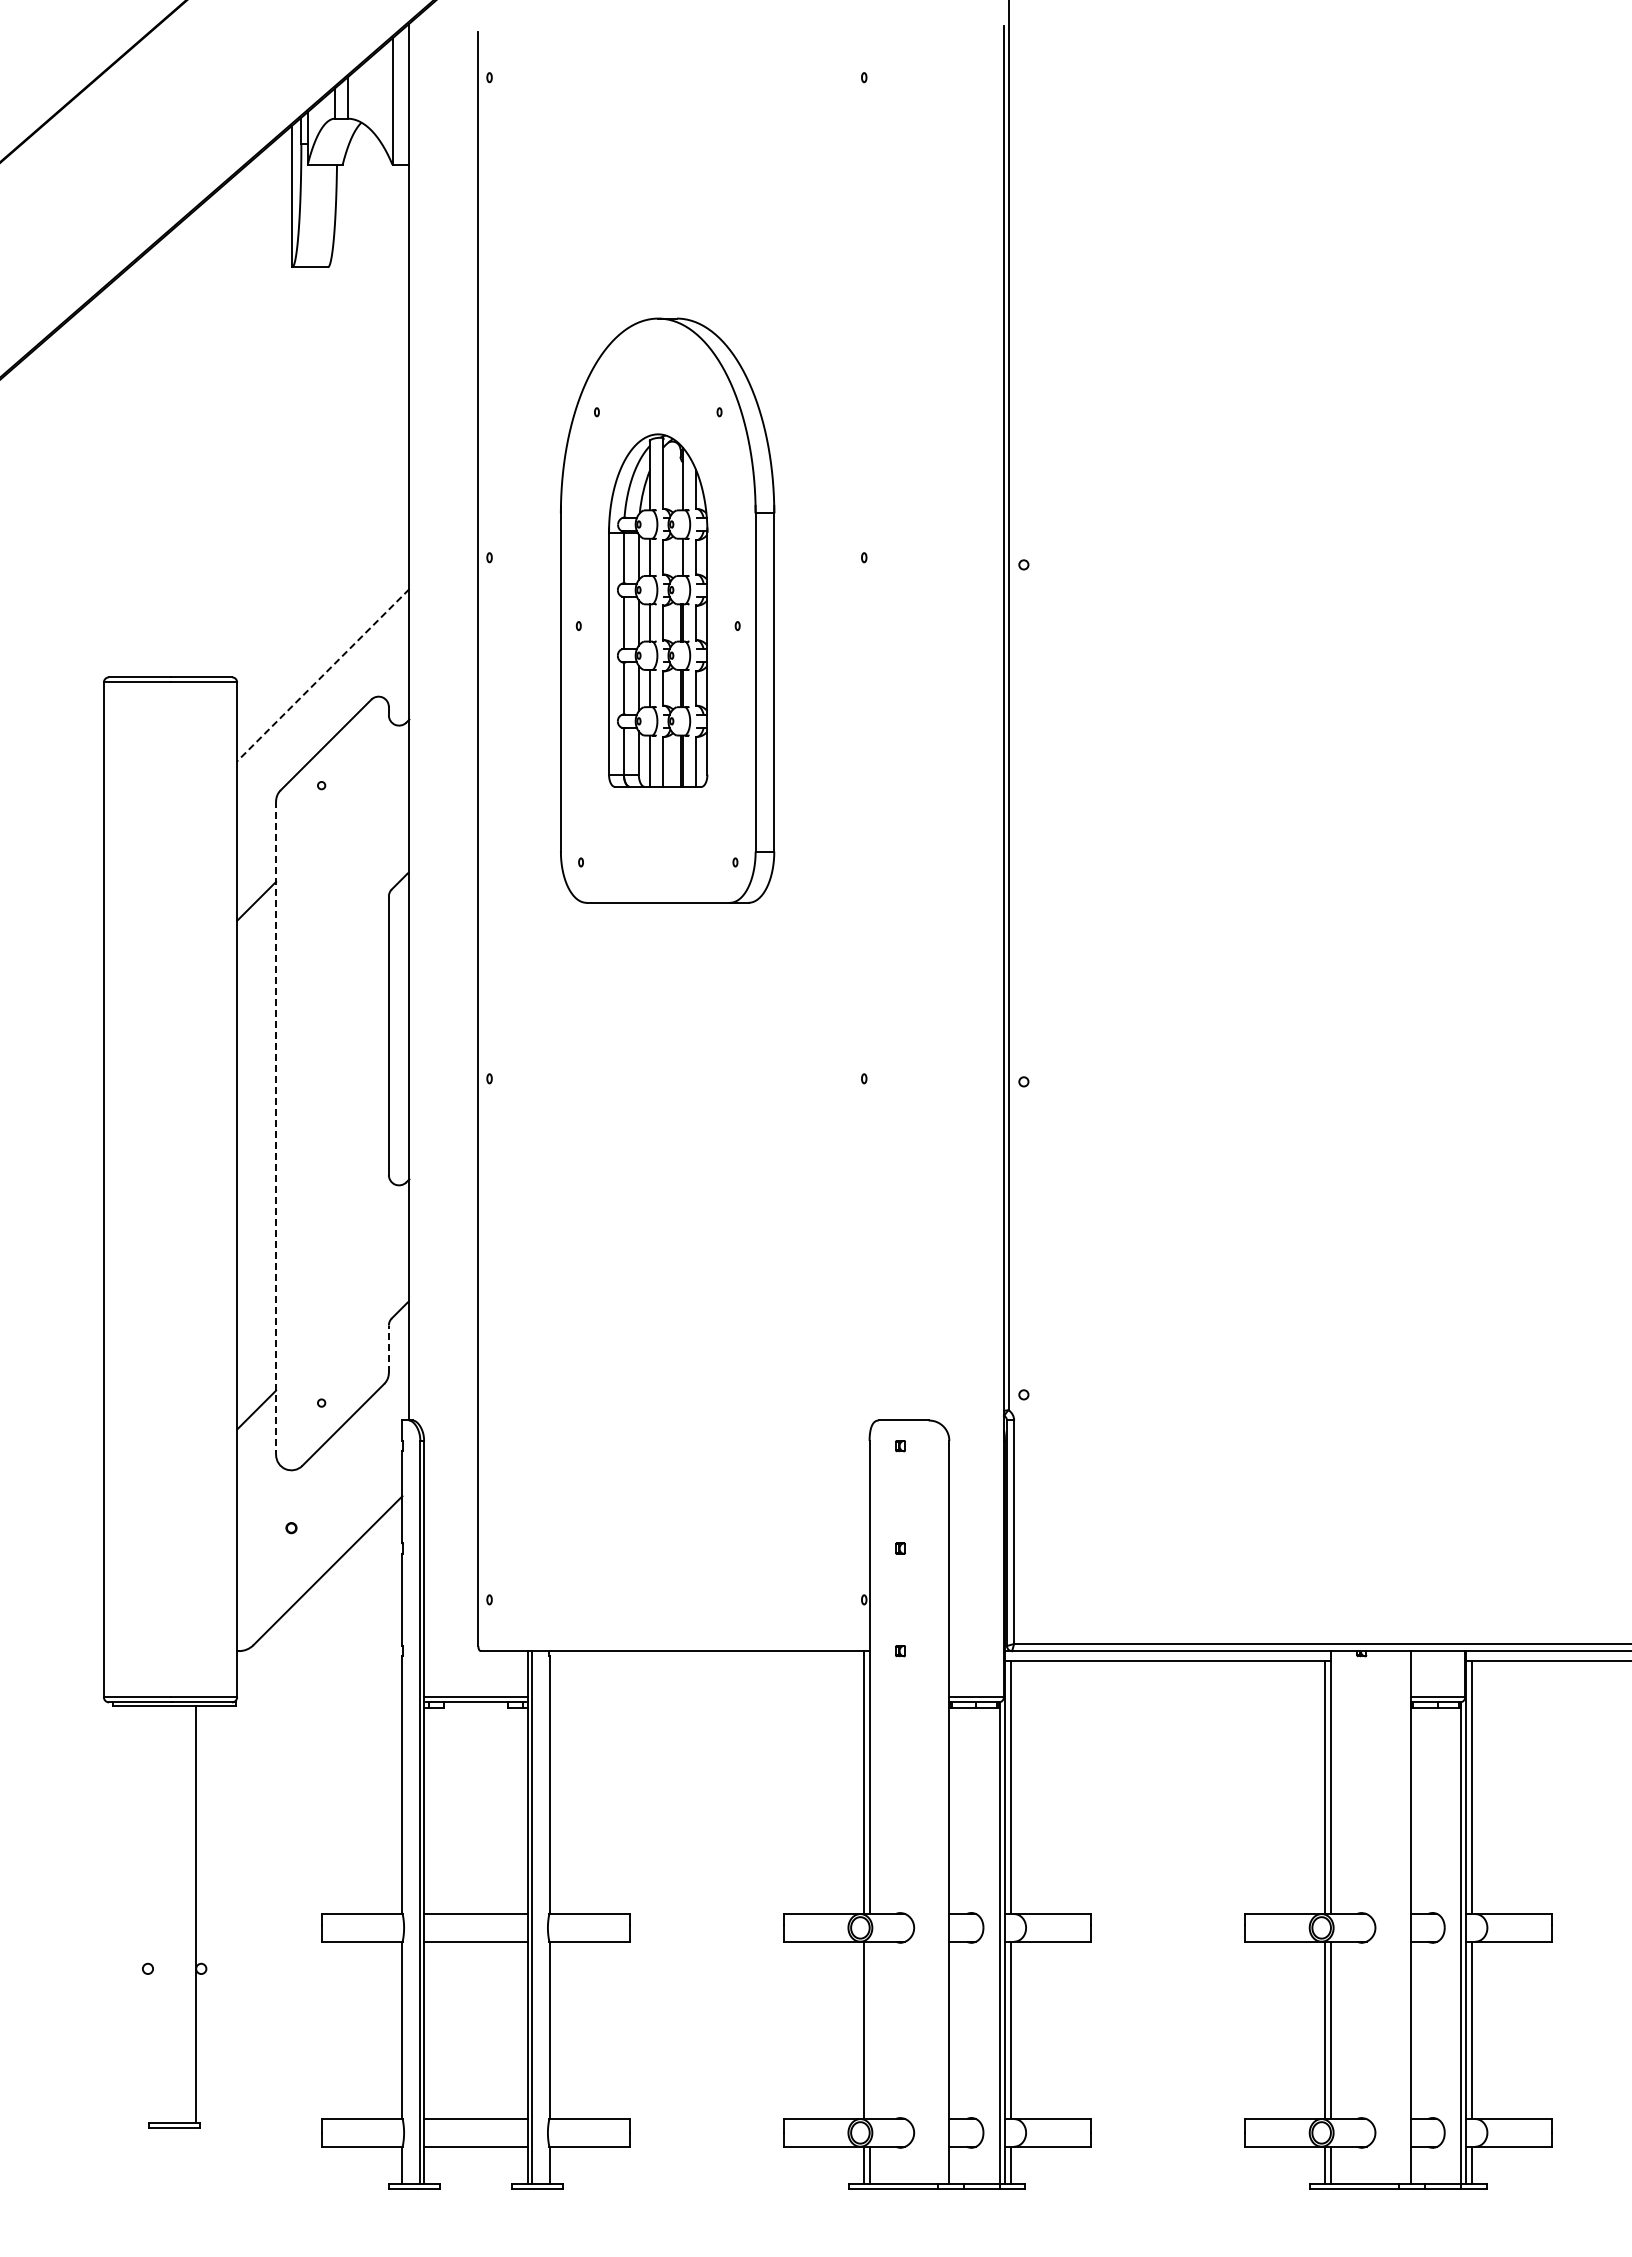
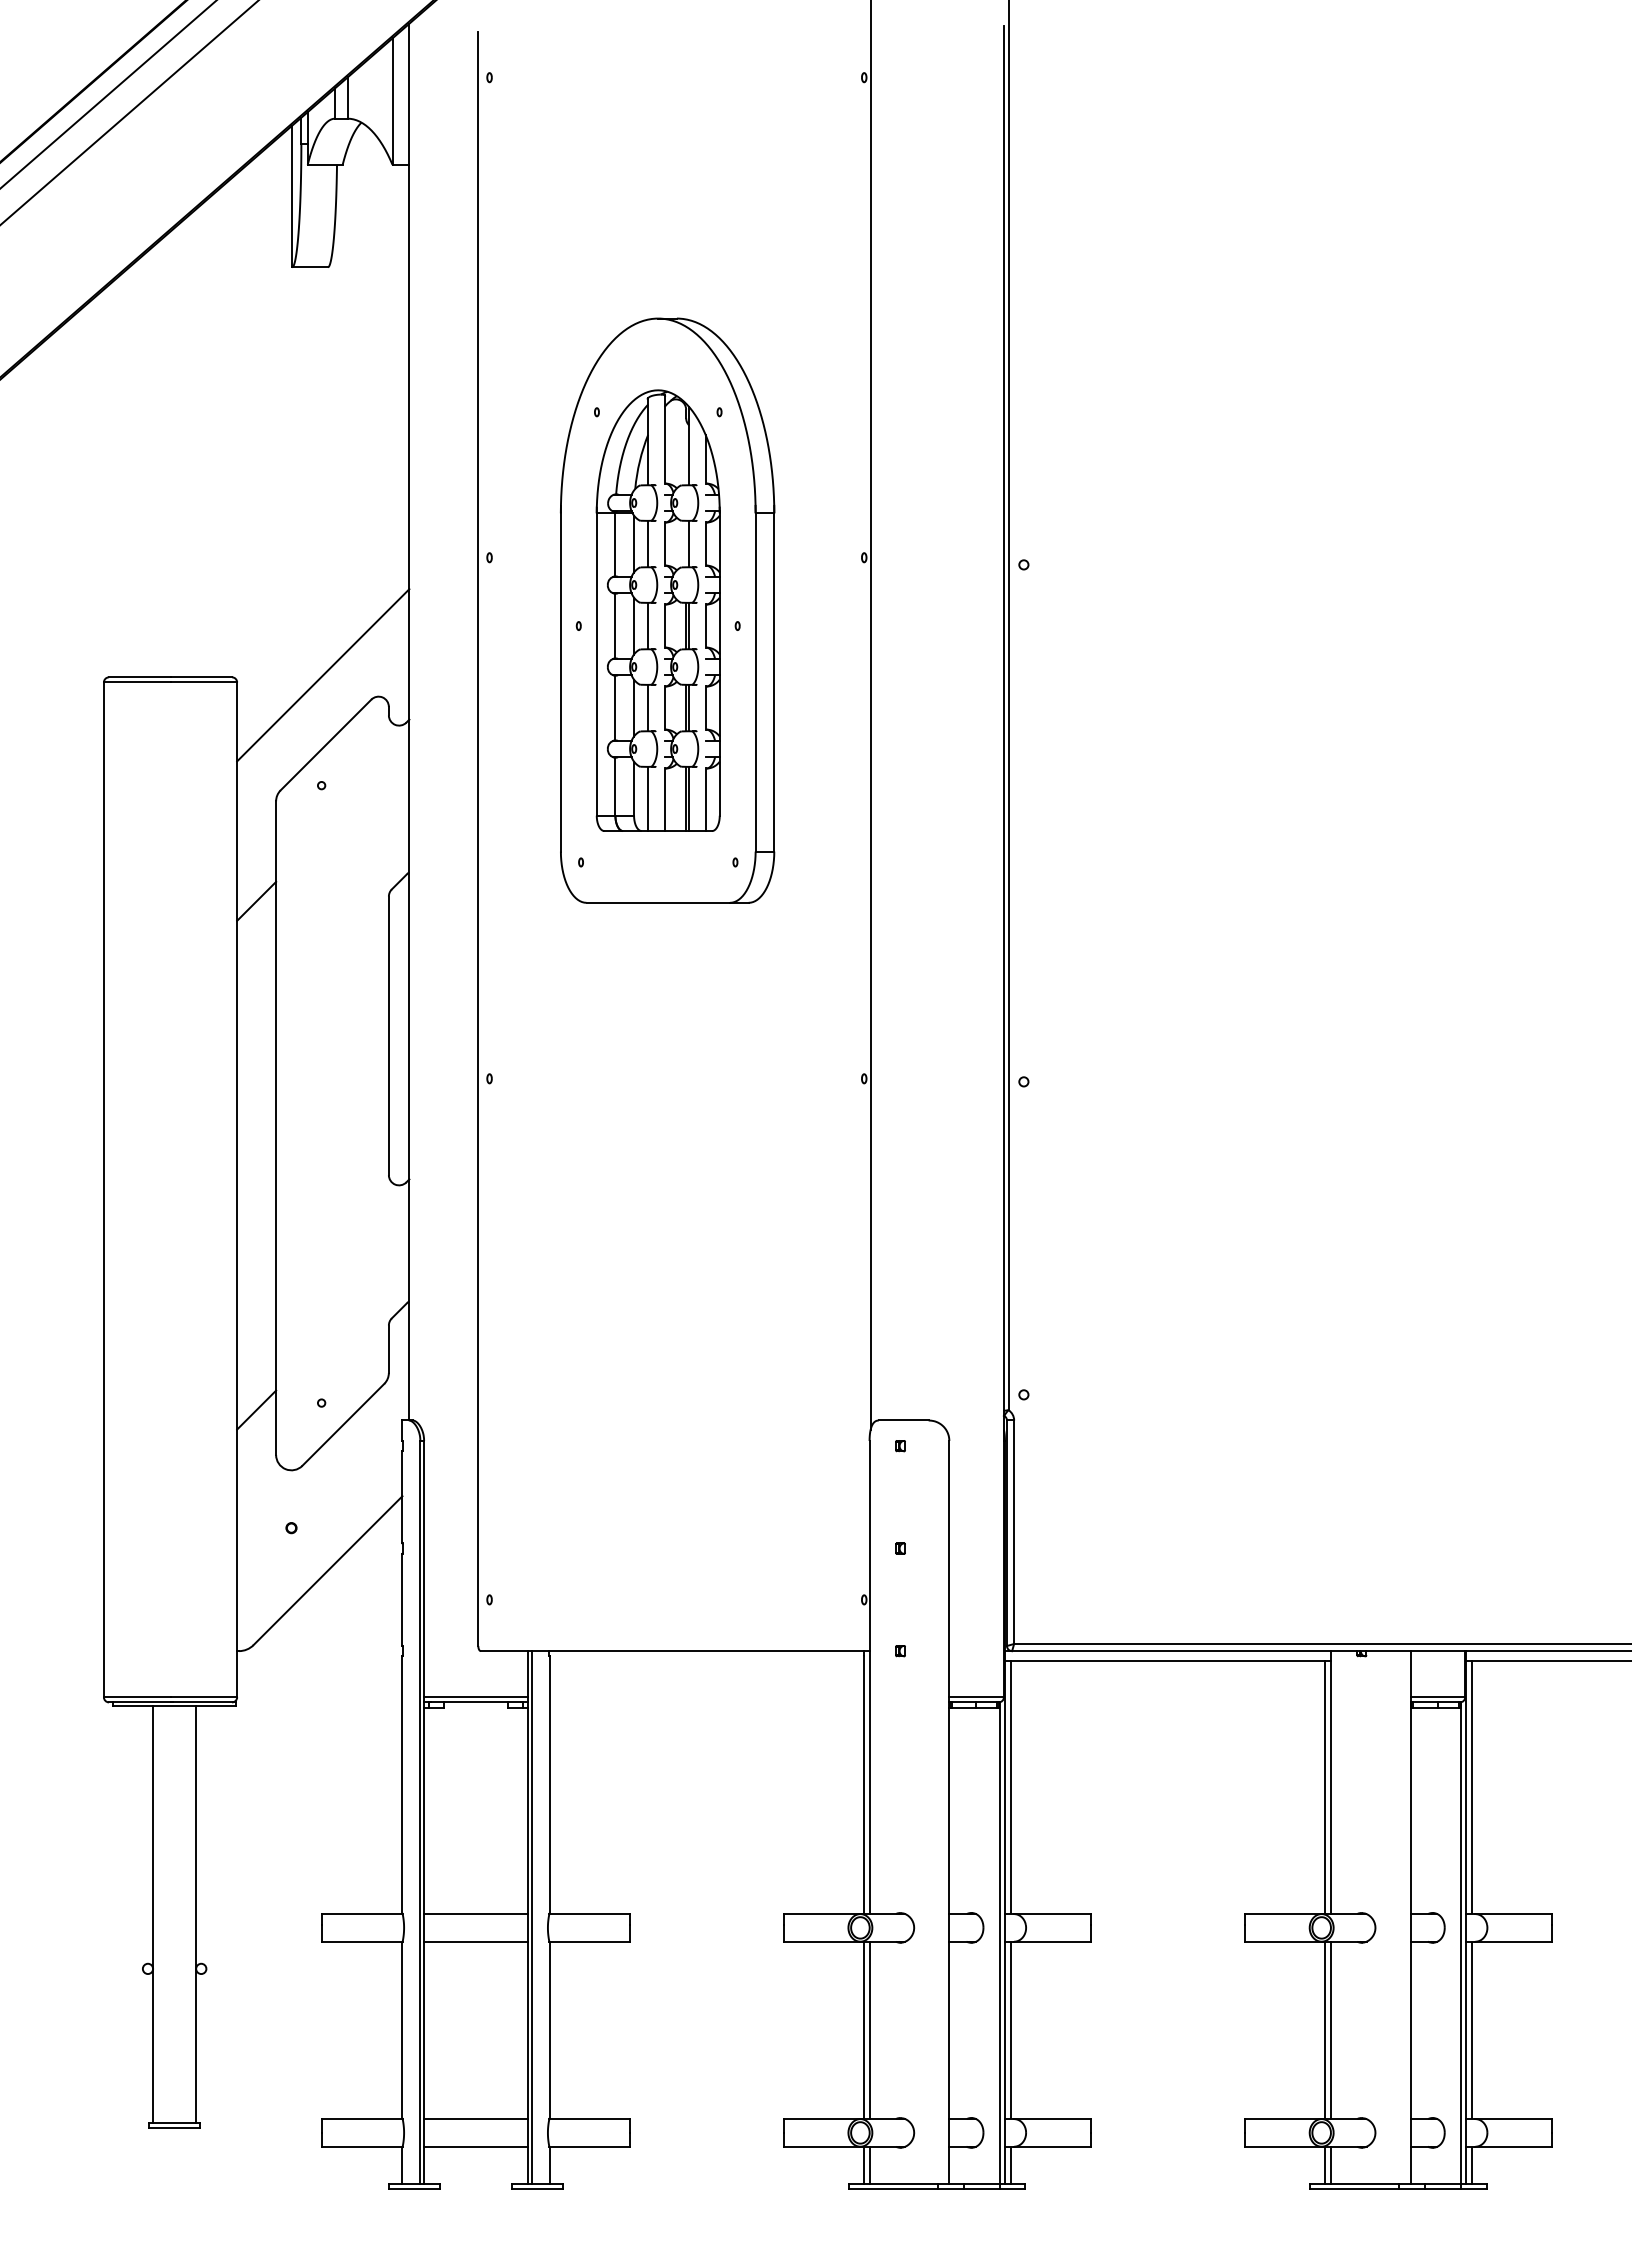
line at (108, 94): none -> present
line at (129, 112): none -> present
part at (658, 610) size: 101x355 px -> 126x443 px
line at (323, 675): dashed -> solid
line at (870, 715): none -> present
line at (276, 1128): dashed -> solid
line at (388, 1349): dashed -> solid
line at (153, 1914): none -> present
line at (869, 2030): none -> present
